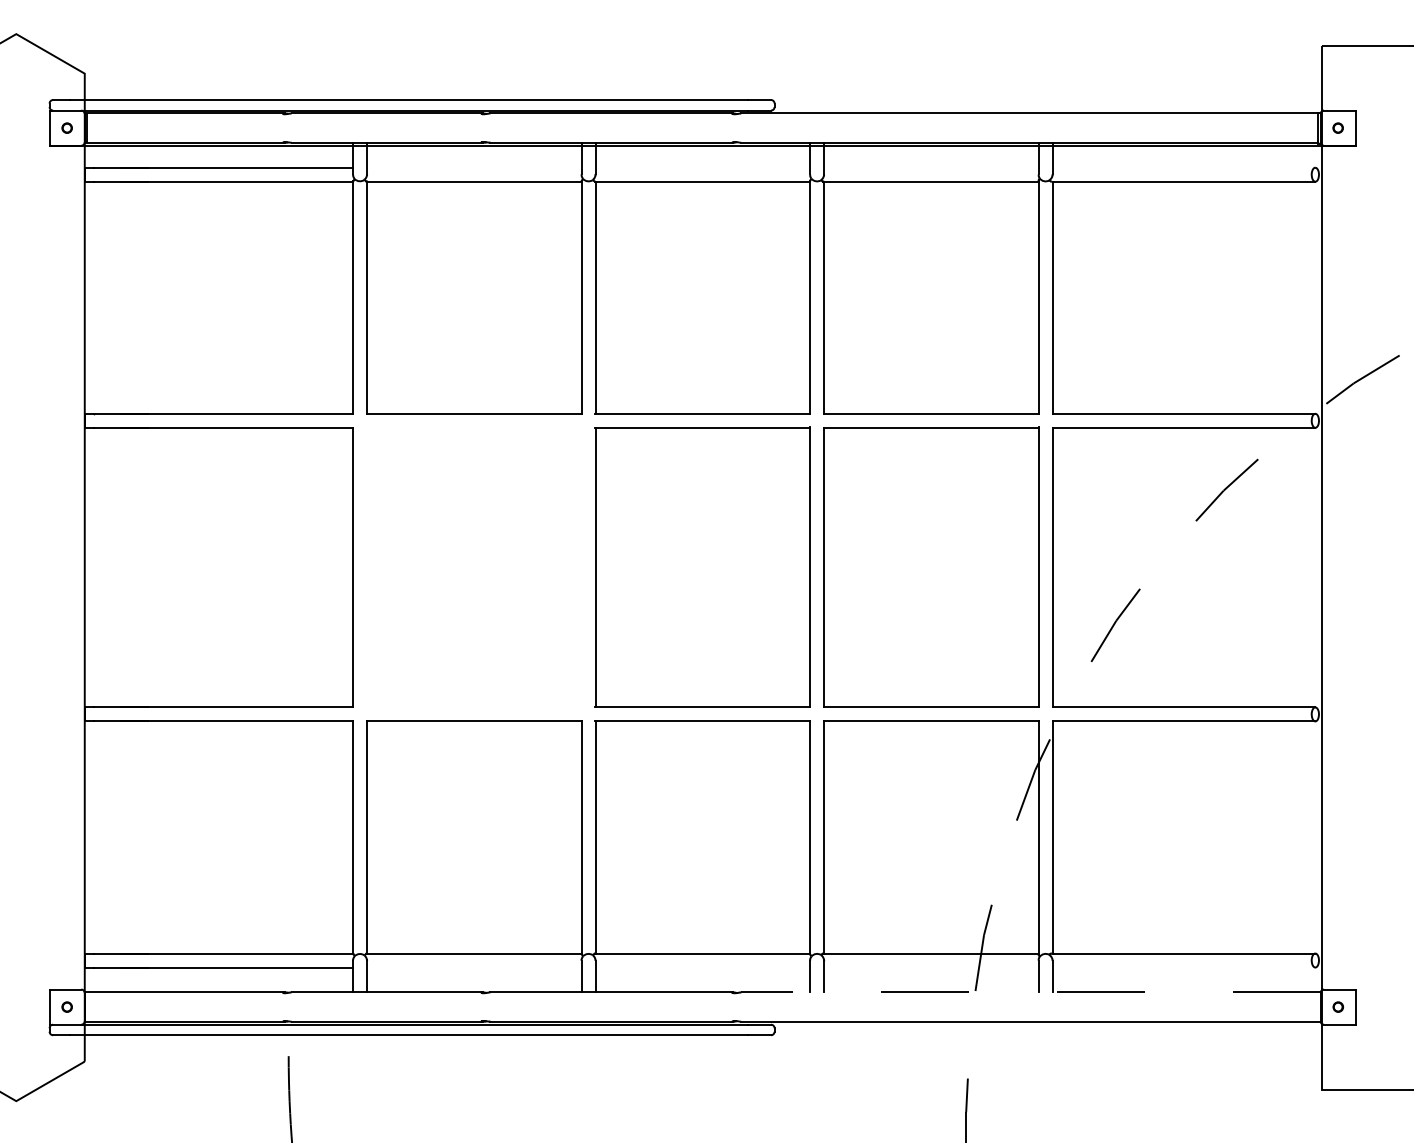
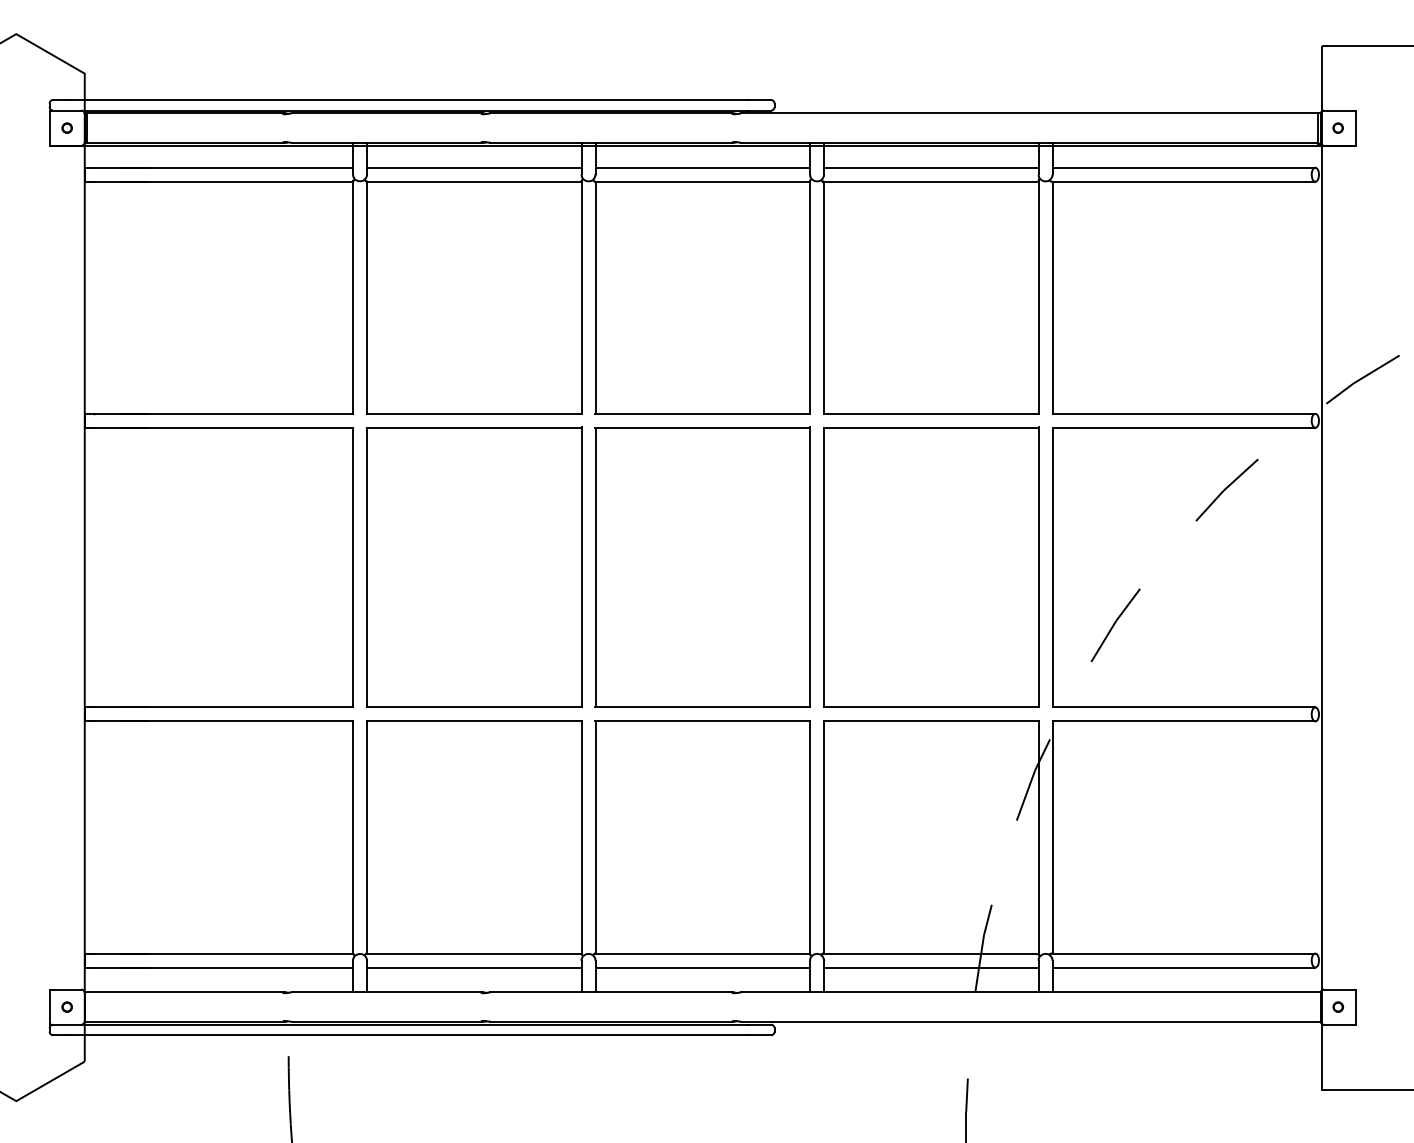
line at (474, 167): none -> present
line at (702, 167): none -> present
line at (931, 167): none -> present
line at (1184, 167): none -> present
part at (474, 566): none -> present
line at (474, 967): none -> present
line at (702, 967): none -> present
line at (931, 967): none -> present
line at (1184, 967): none -> present
line at (1030, 992): dashed -> solid
